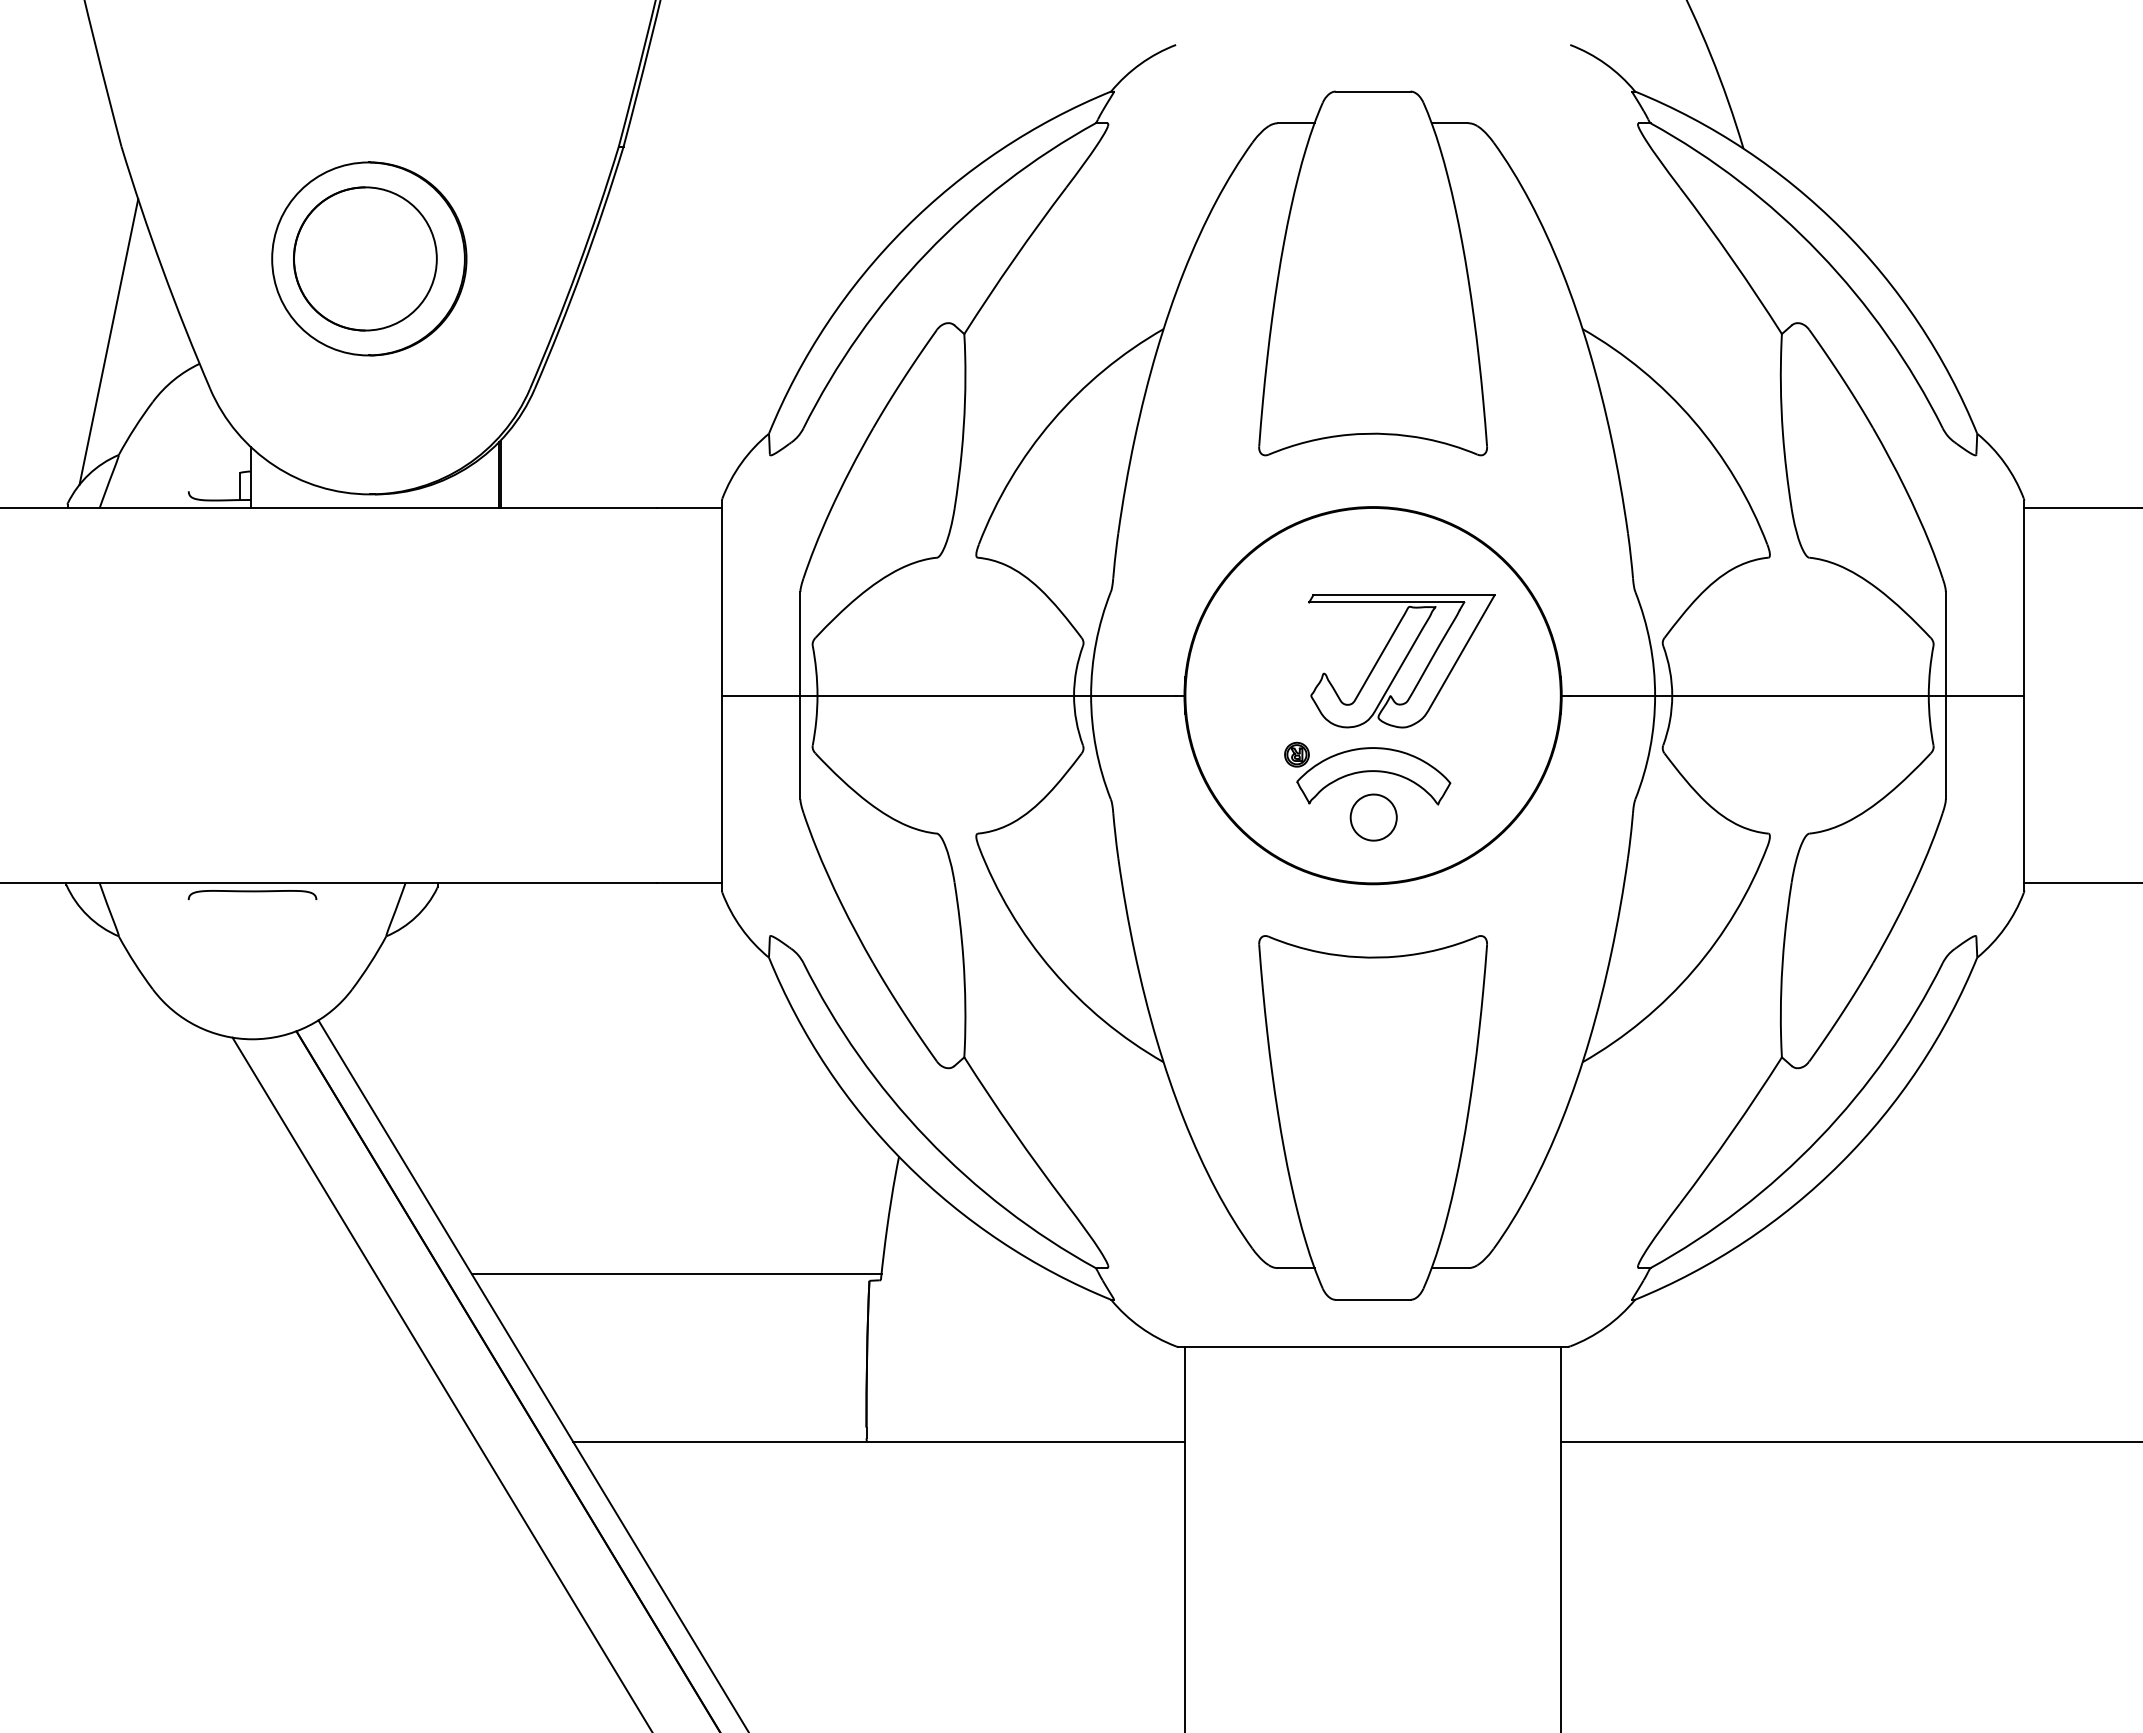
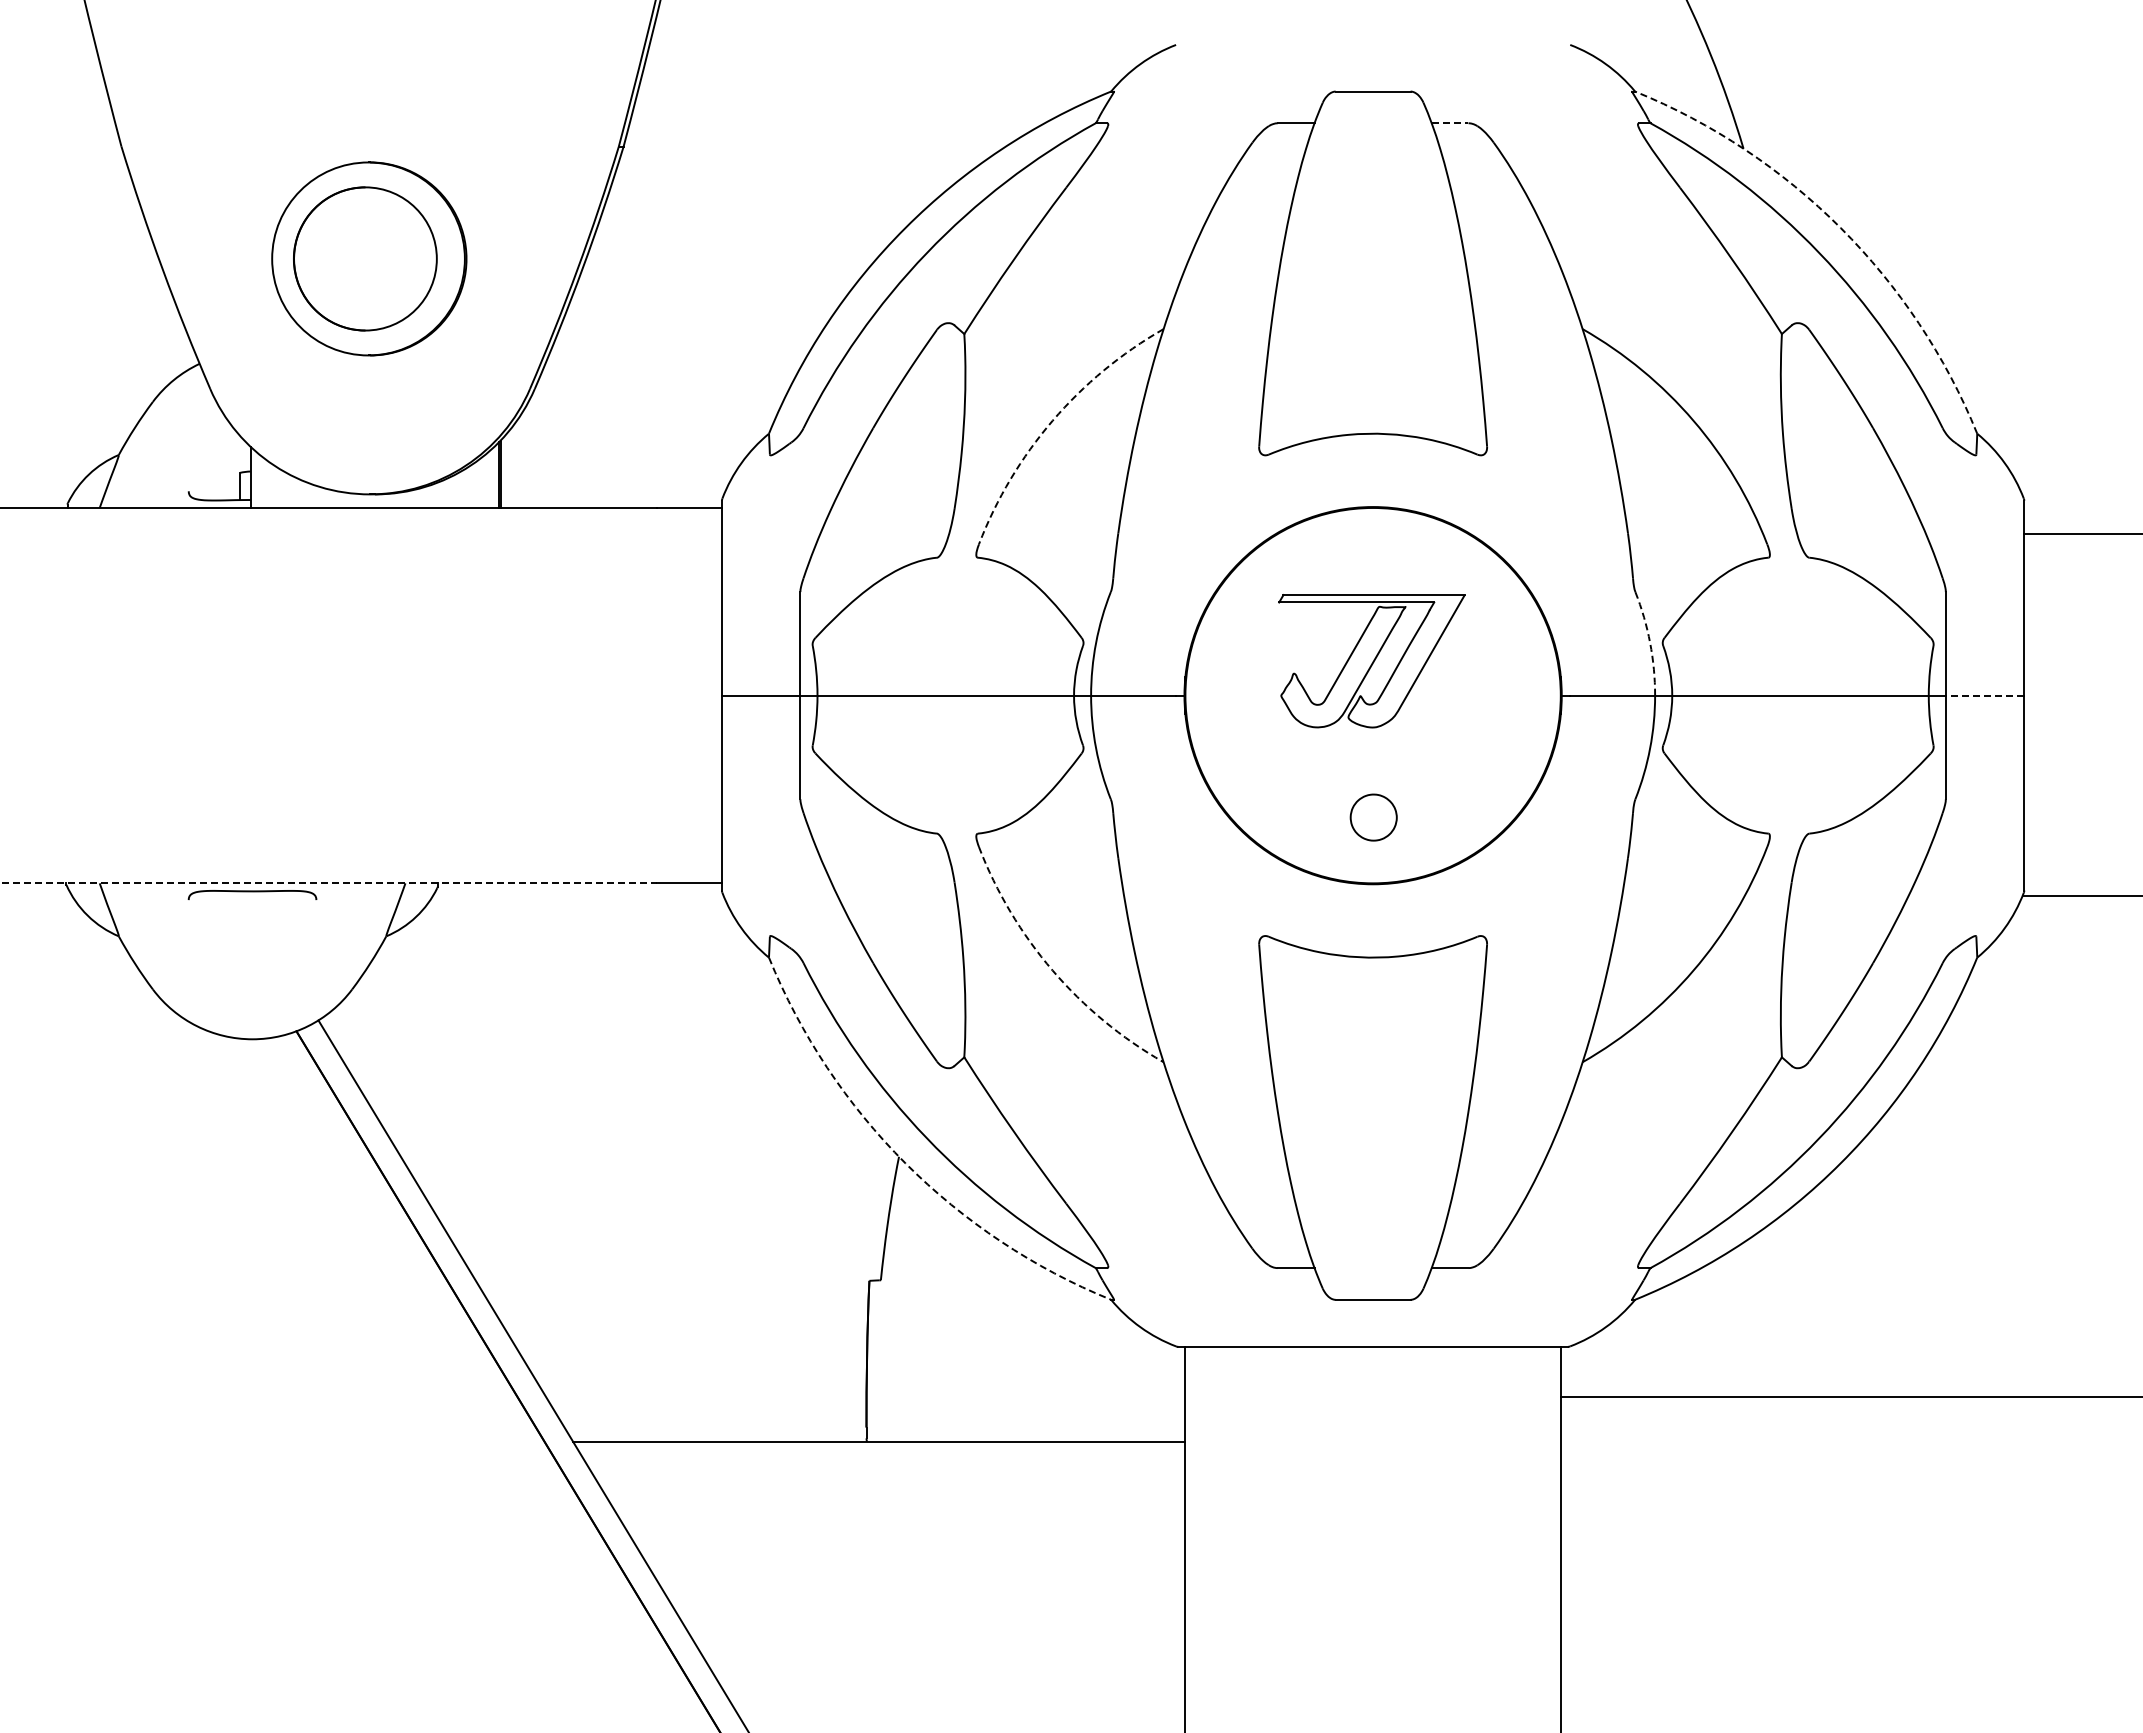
line at (1450, 123): solid -> dashed
arc at (1840, 228): solid -> dashed
line at (108, 341): present -> none
arc at (1052, 420): solid -> dashed
line at (2081, 507) position: (2081, 507) -> (2081, 533)
arc at (1650, 642): solid -> dashed
part at (1401, 661) position: (1401, 661) -> (1371, 661)
line at (1984, 695): solid -> dashed
part at (1367, 773): present -> none
line at (329, 883): solid -> dashed
line at (2081, 883) position: (2081, 883) -> (2081, 896)
arc at (1052, 970): solid -> dashed
arc at (905, 1163): solid -> dashed
line at (676, 1273): present -> none
line at (441, 1383): present -> none
line at (1849, 1441) position: (1849, 1441) -> (1849, 1396)
